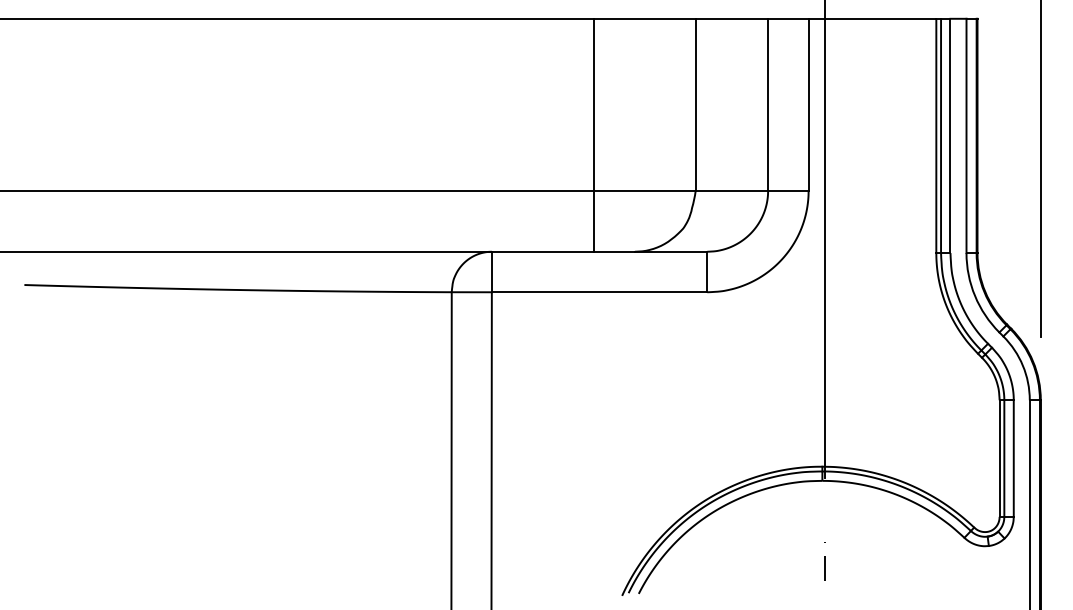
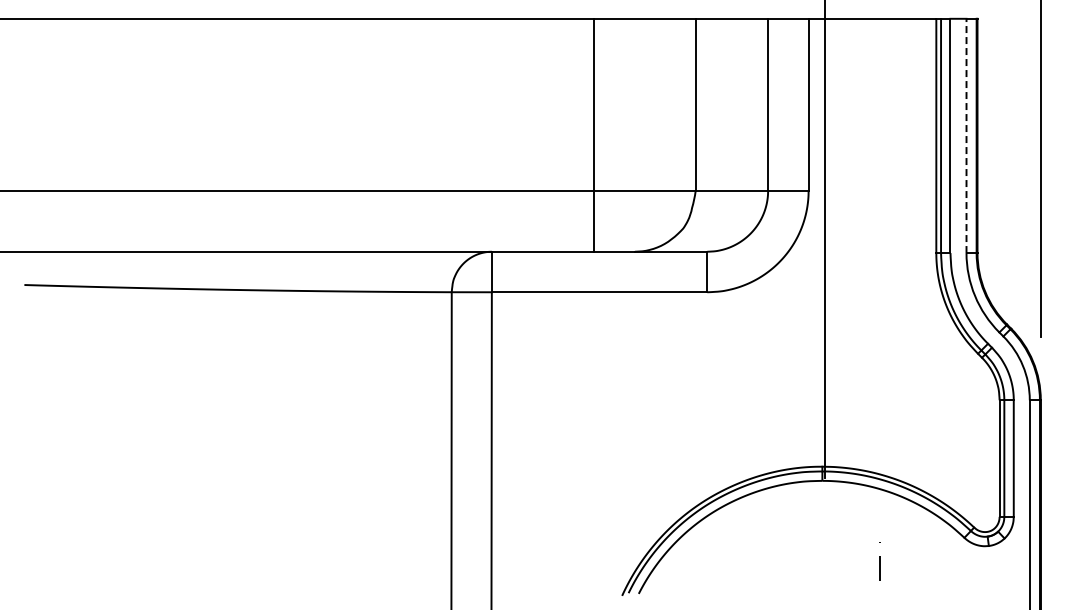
line at (966, 135): solid -> dashed
line at (824, 561) position: (824, 561) -> (879, 561)
